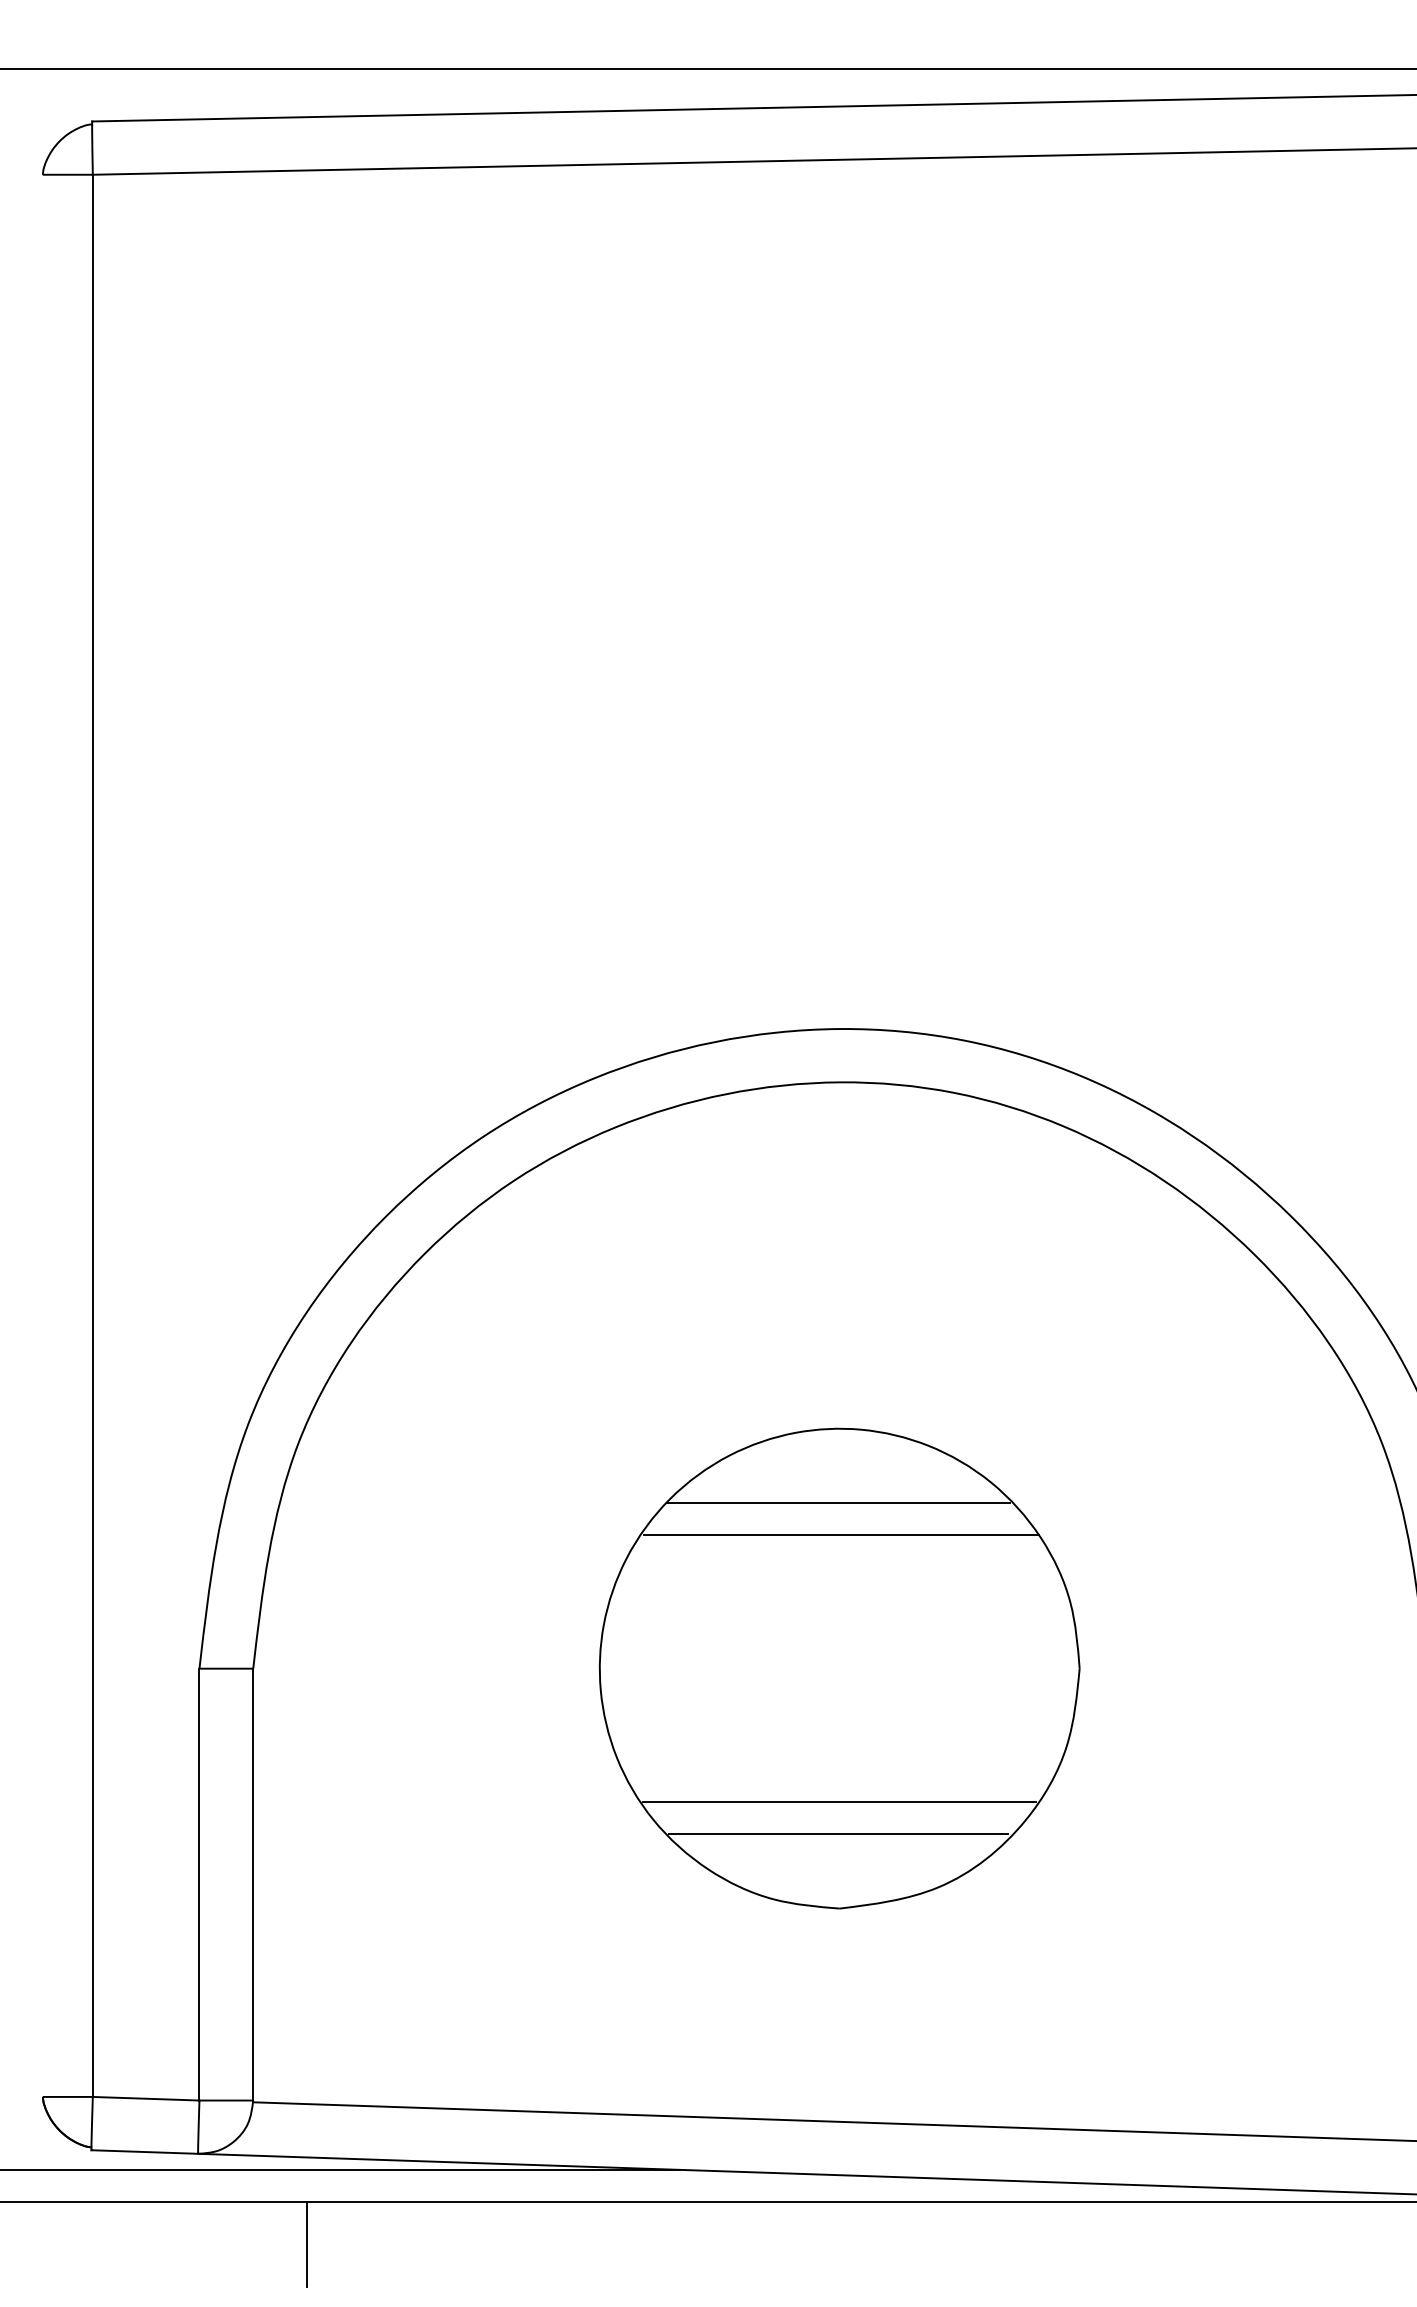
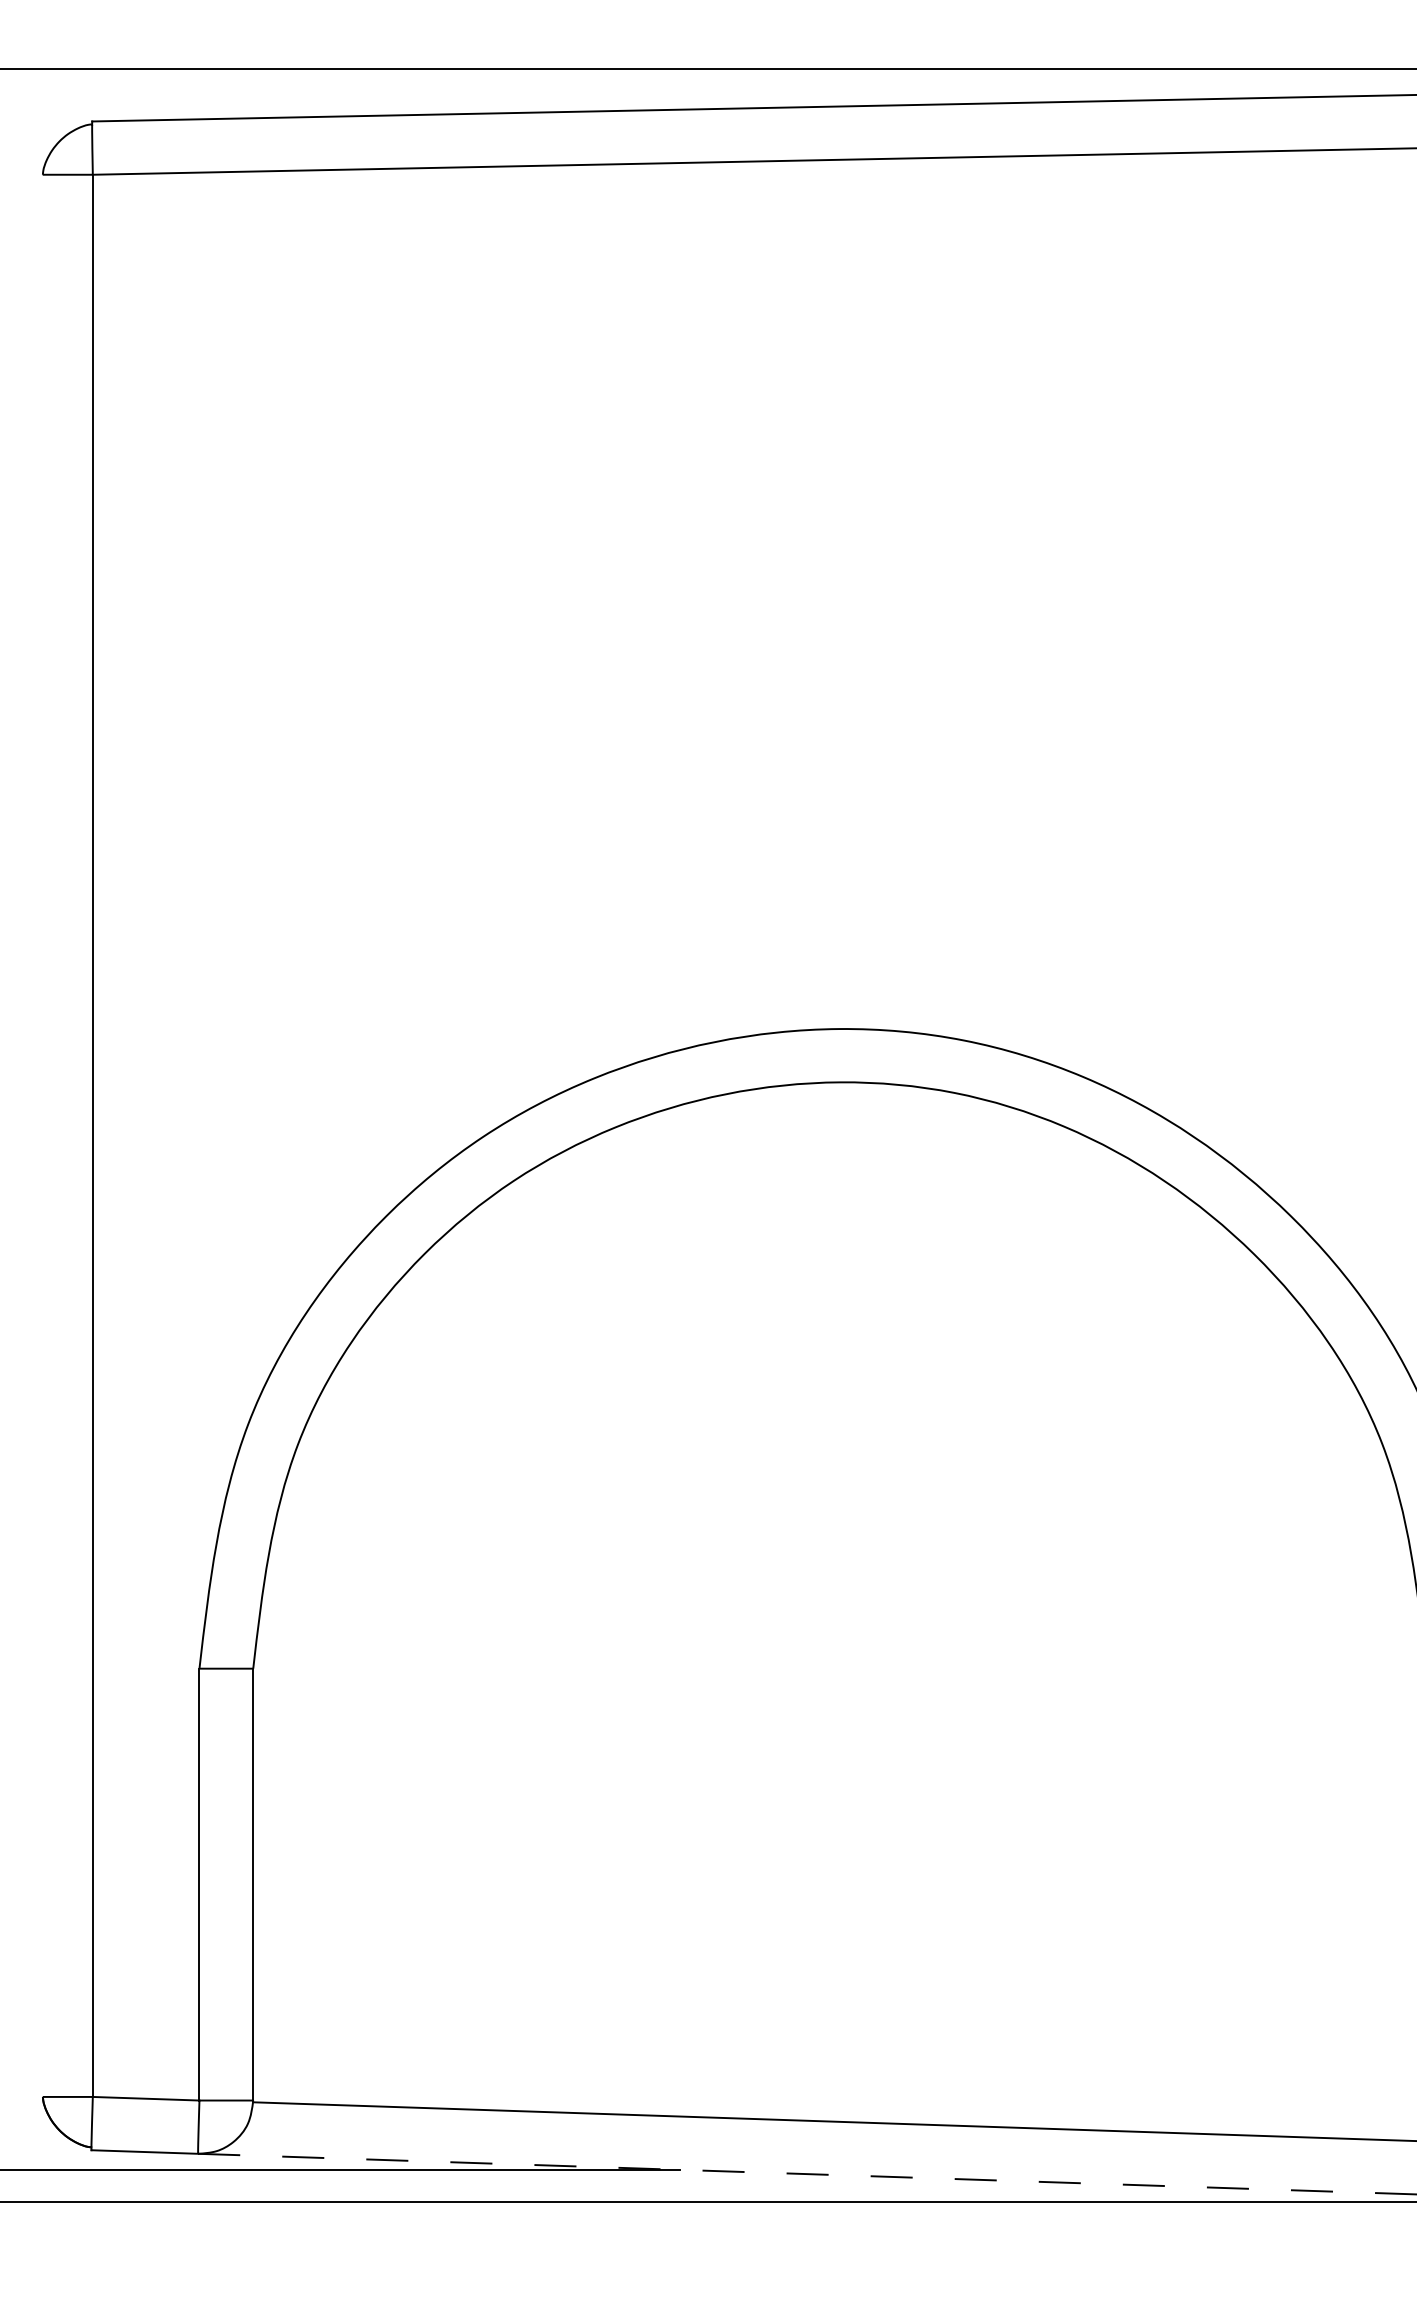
part at (839, 1668): present -> none
line at (807, 2174): solid -> dashed
line at (306, 2244): present -> none
